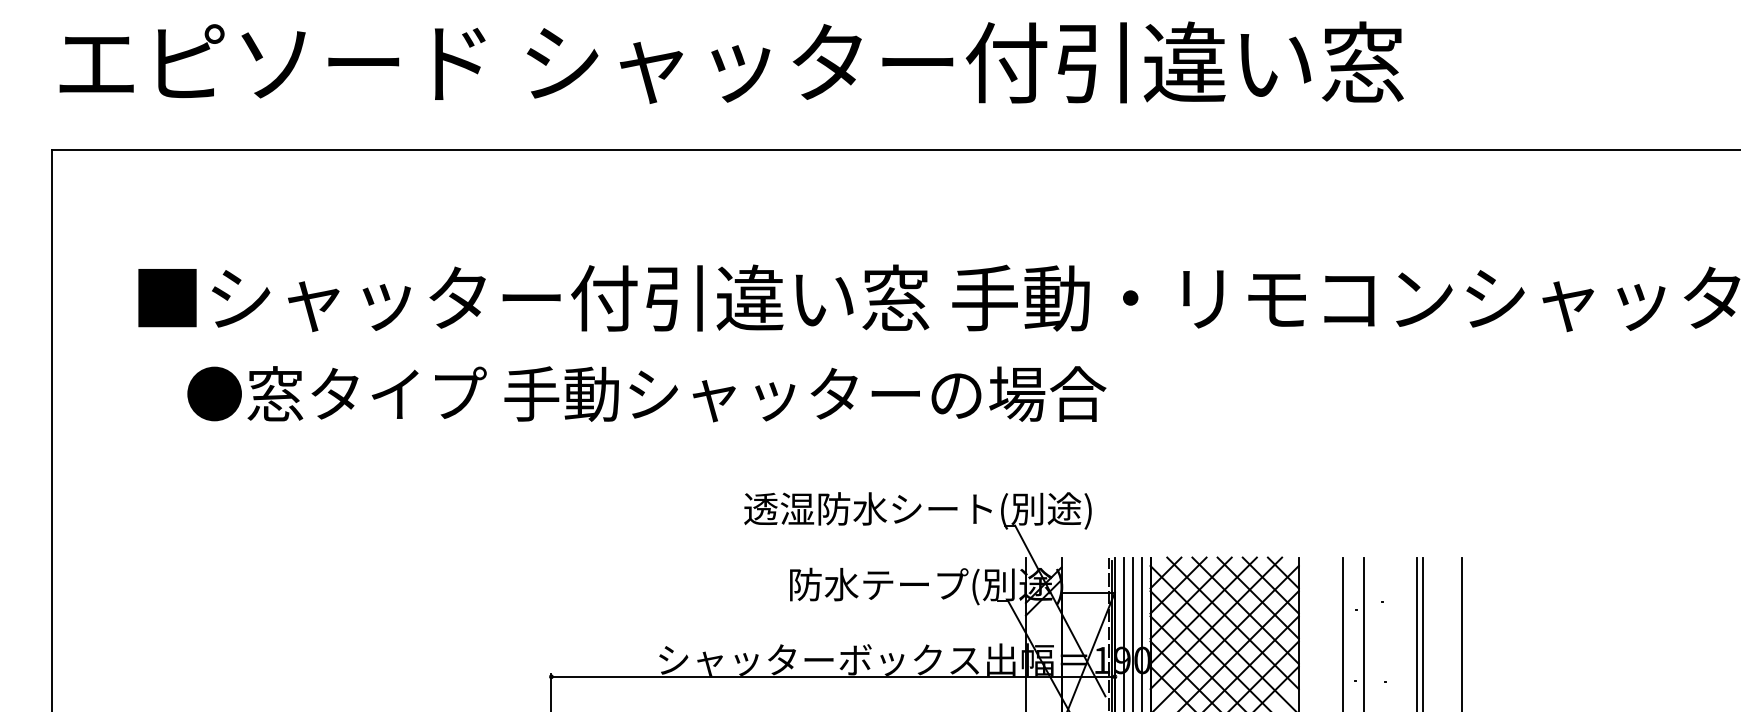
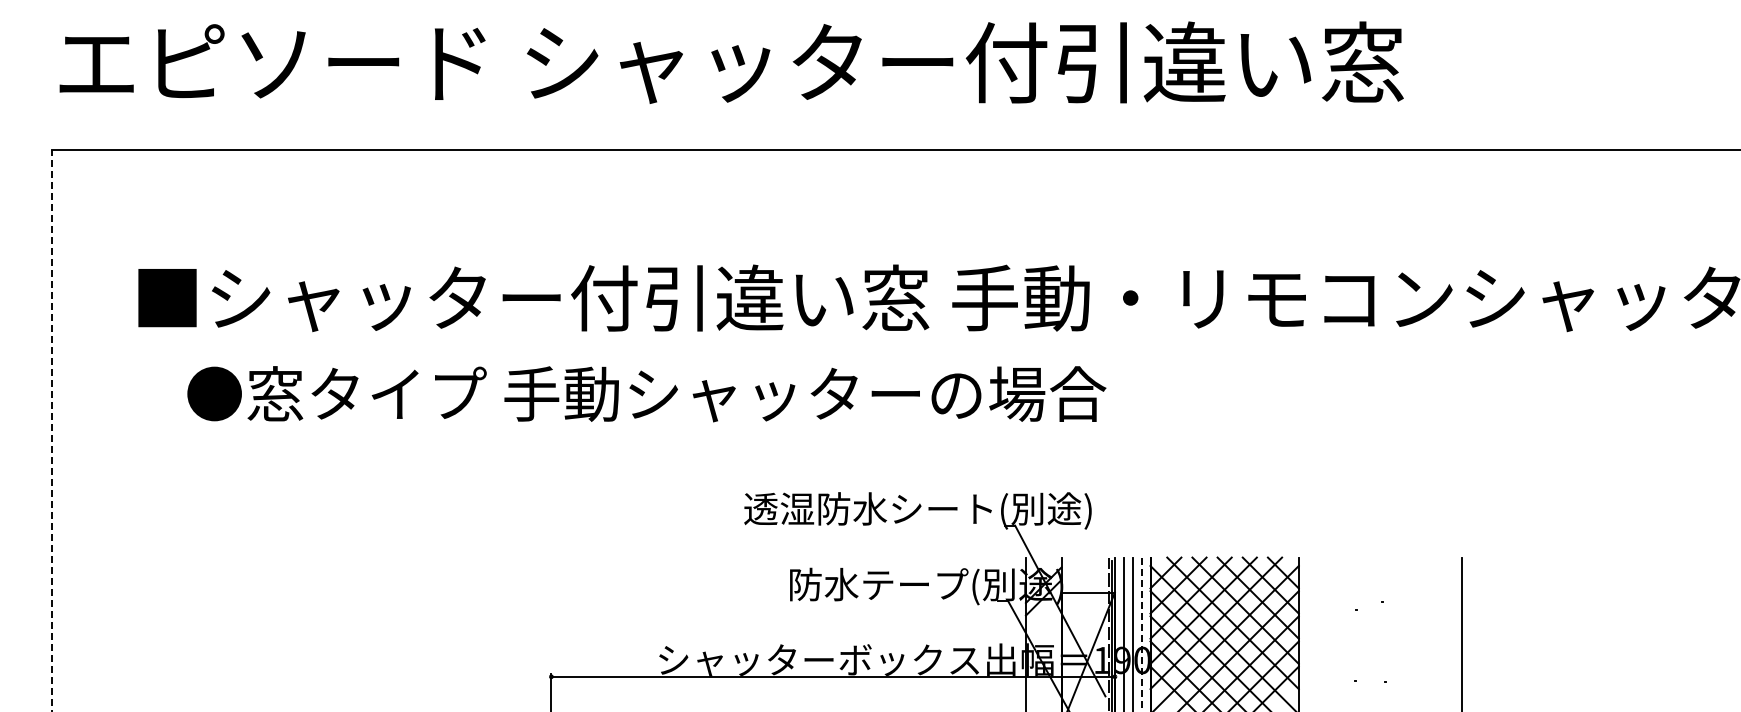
line at (52, 430): solid -> dashed
line at (1343, 632): present -> none
line at (1364, 632): present -> none
line at (1417, 632): present -> none
line at (1423, 632): present -> none
line at (1141, 634): solid -> dashed
